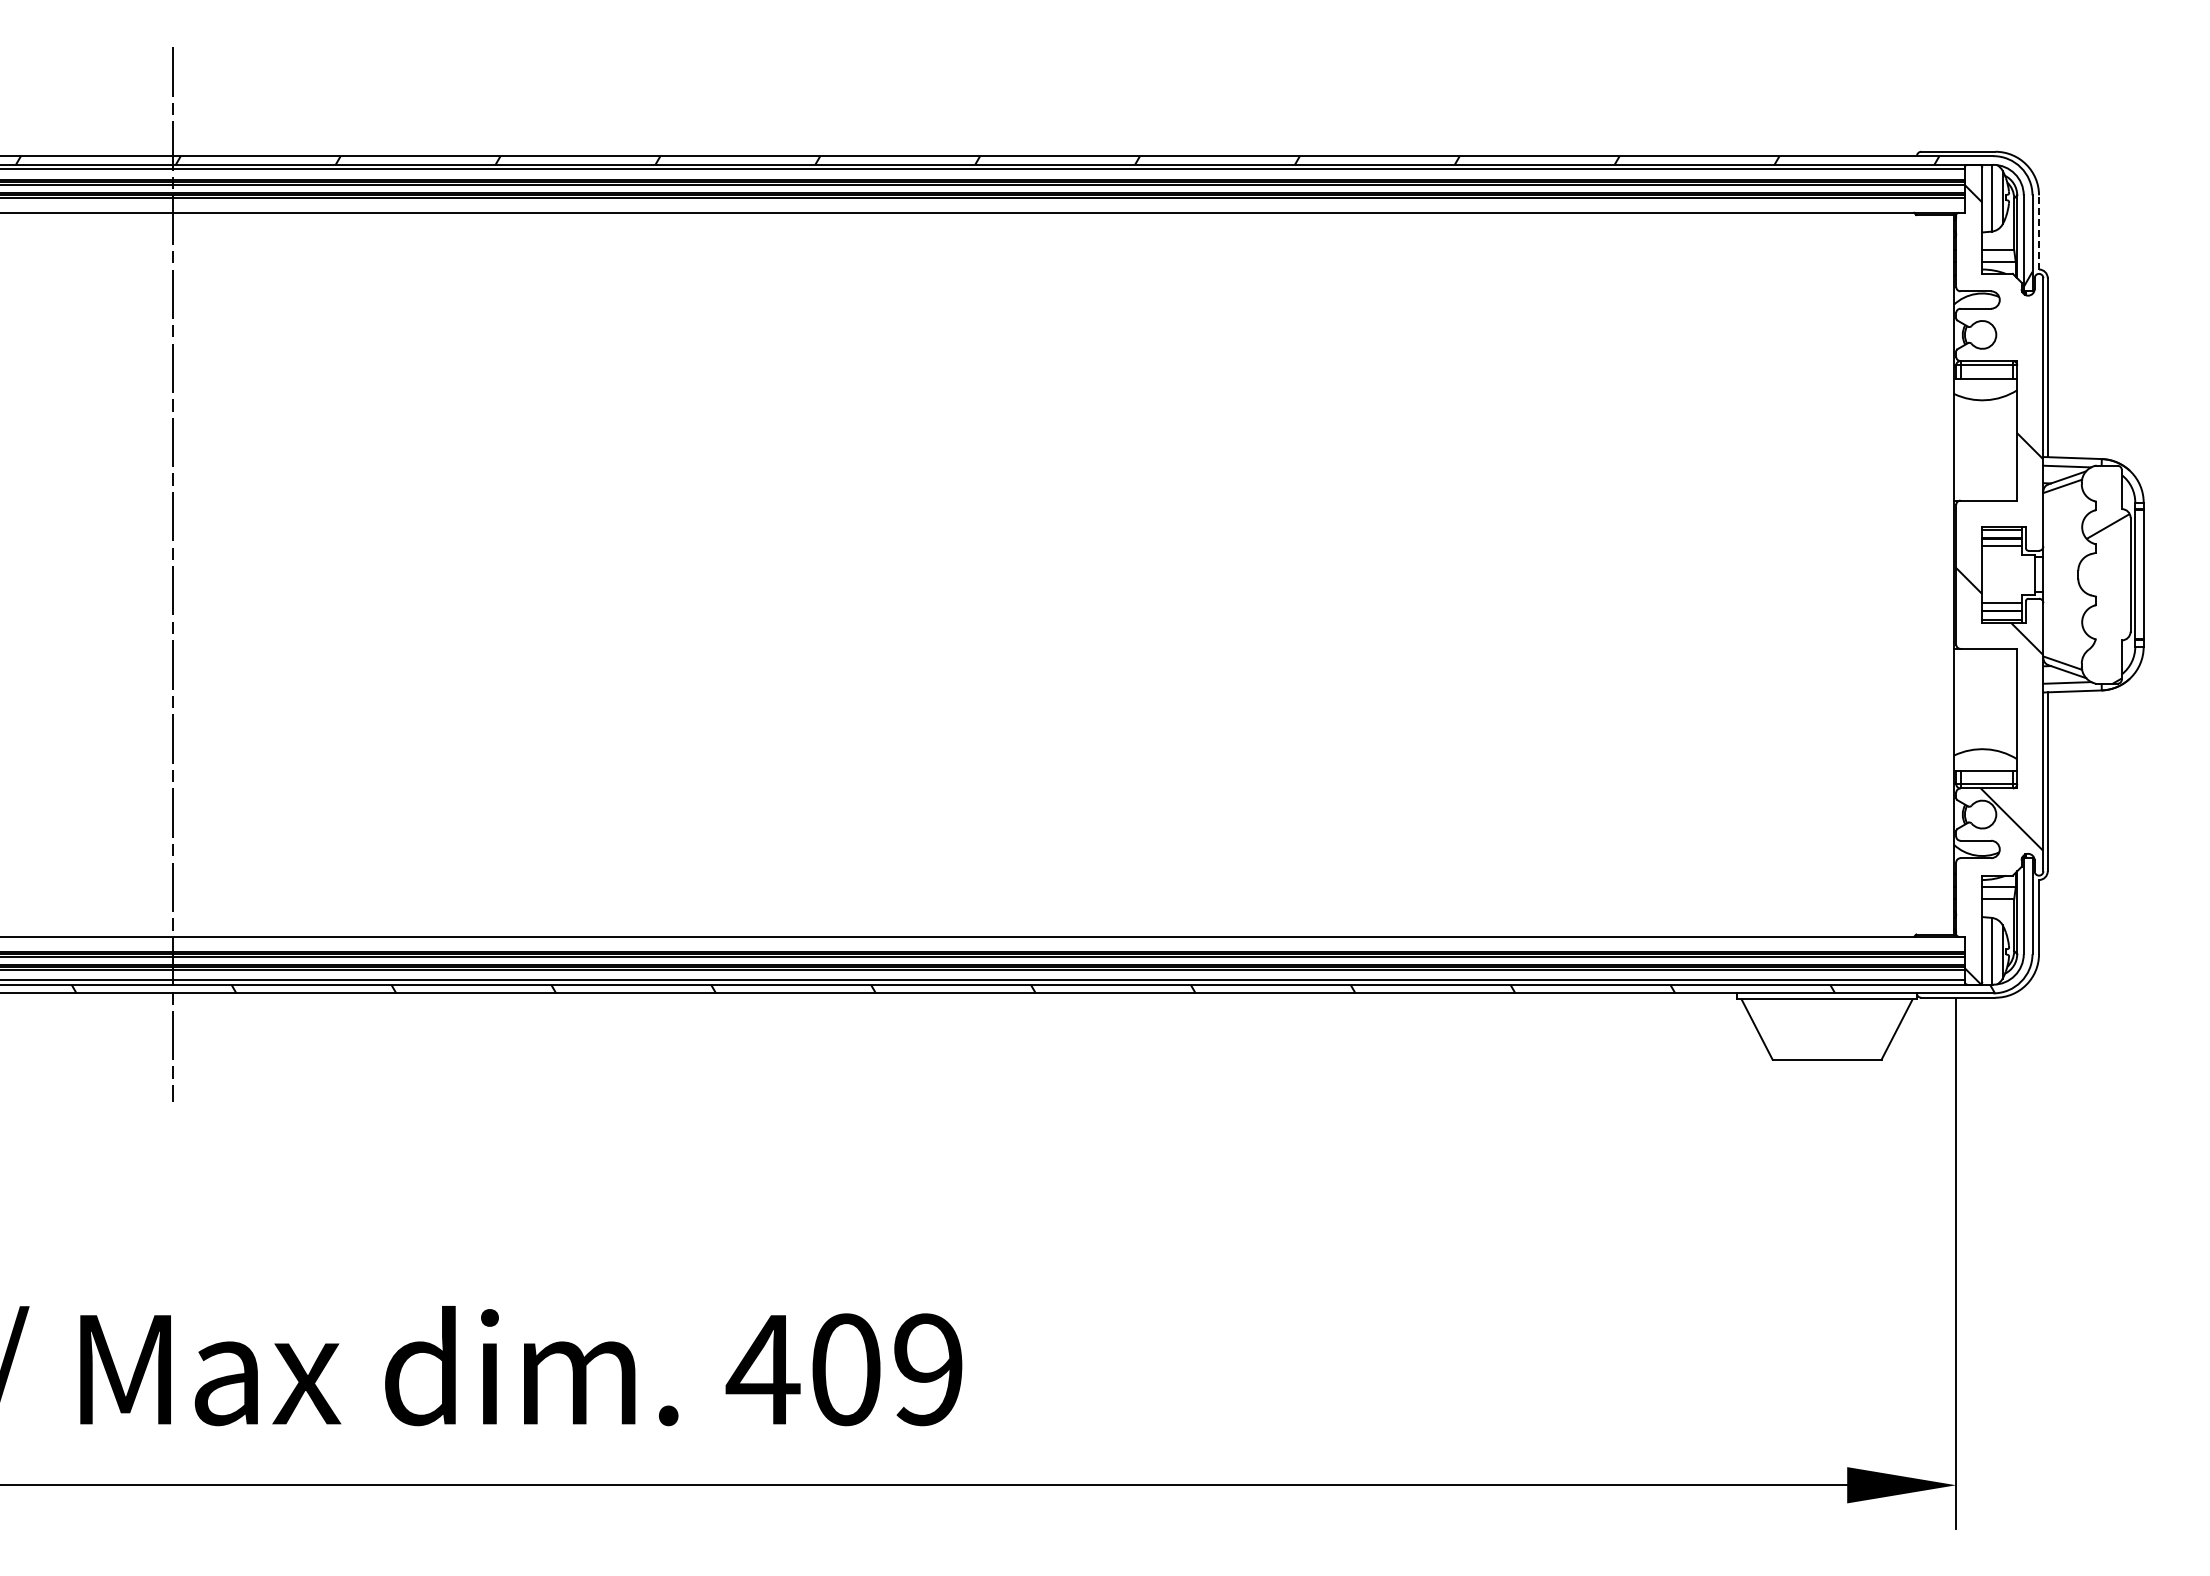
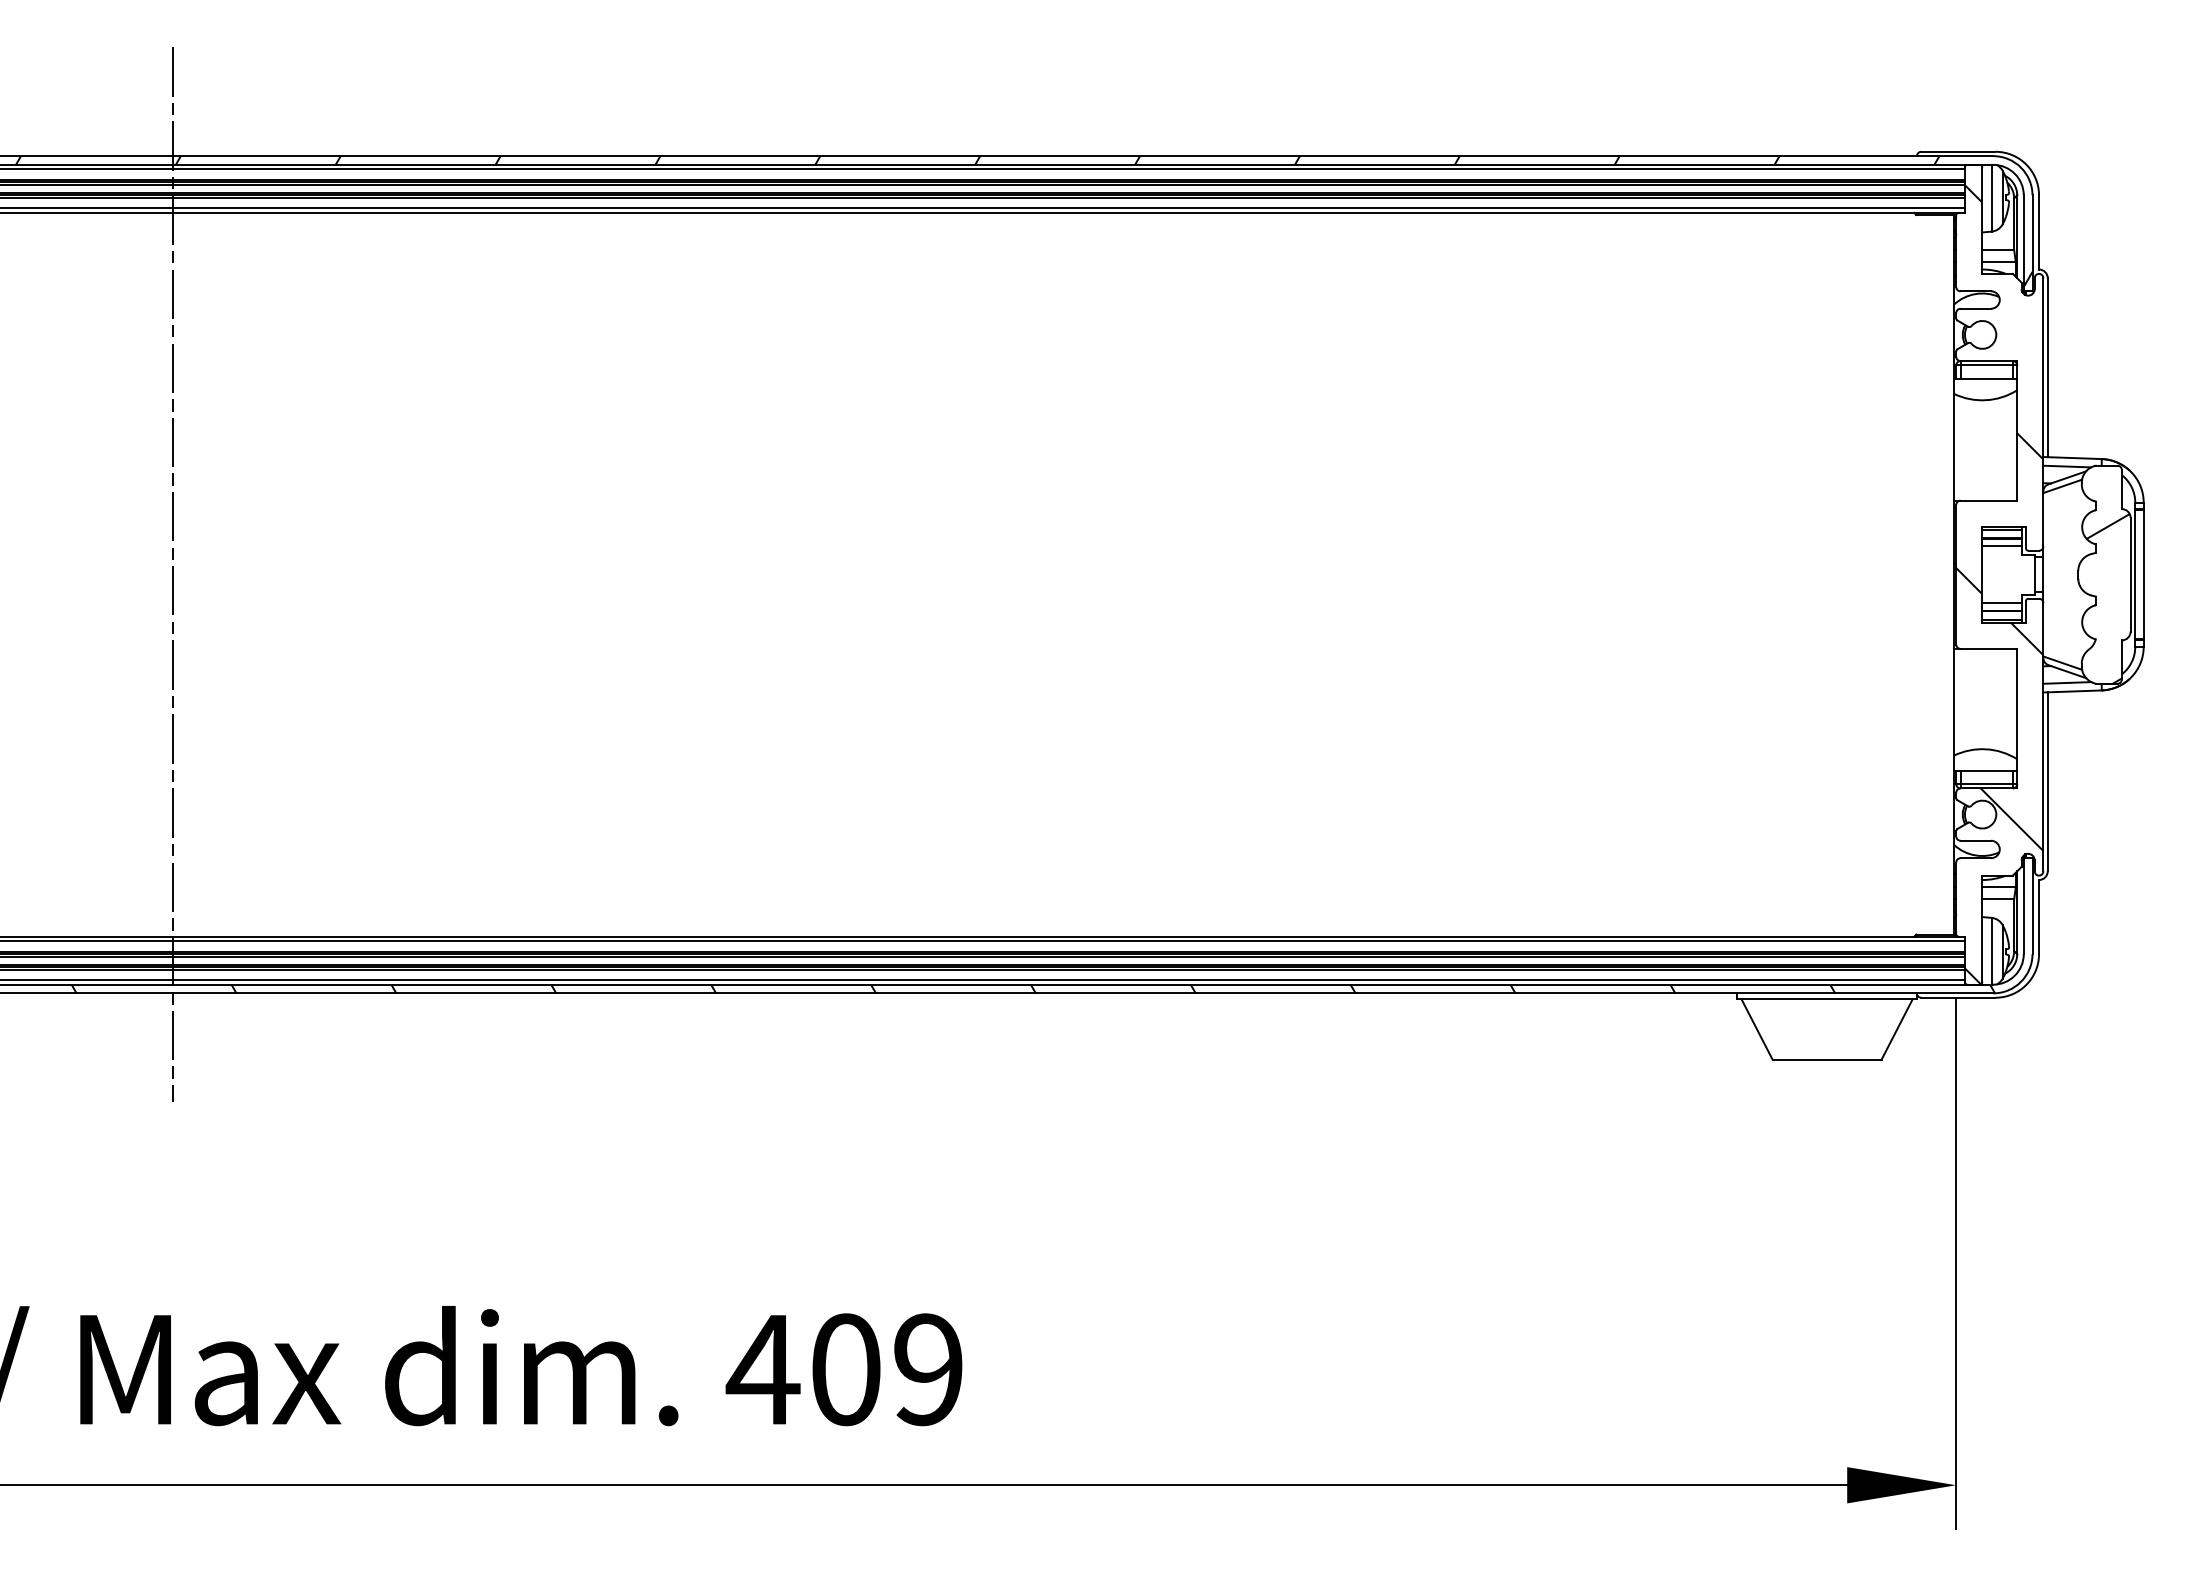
line at (983, 208): none -> present
line at (2039, 231): dashed -> solid
line at (983, 941): none -> present
